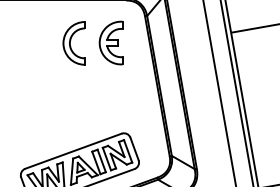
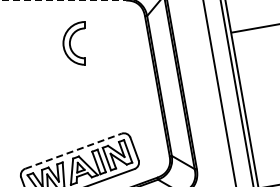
line at (63, 0): solid -> dashed
part at (110, 42): present -> none
line at (73, 151): solid -> dashed
